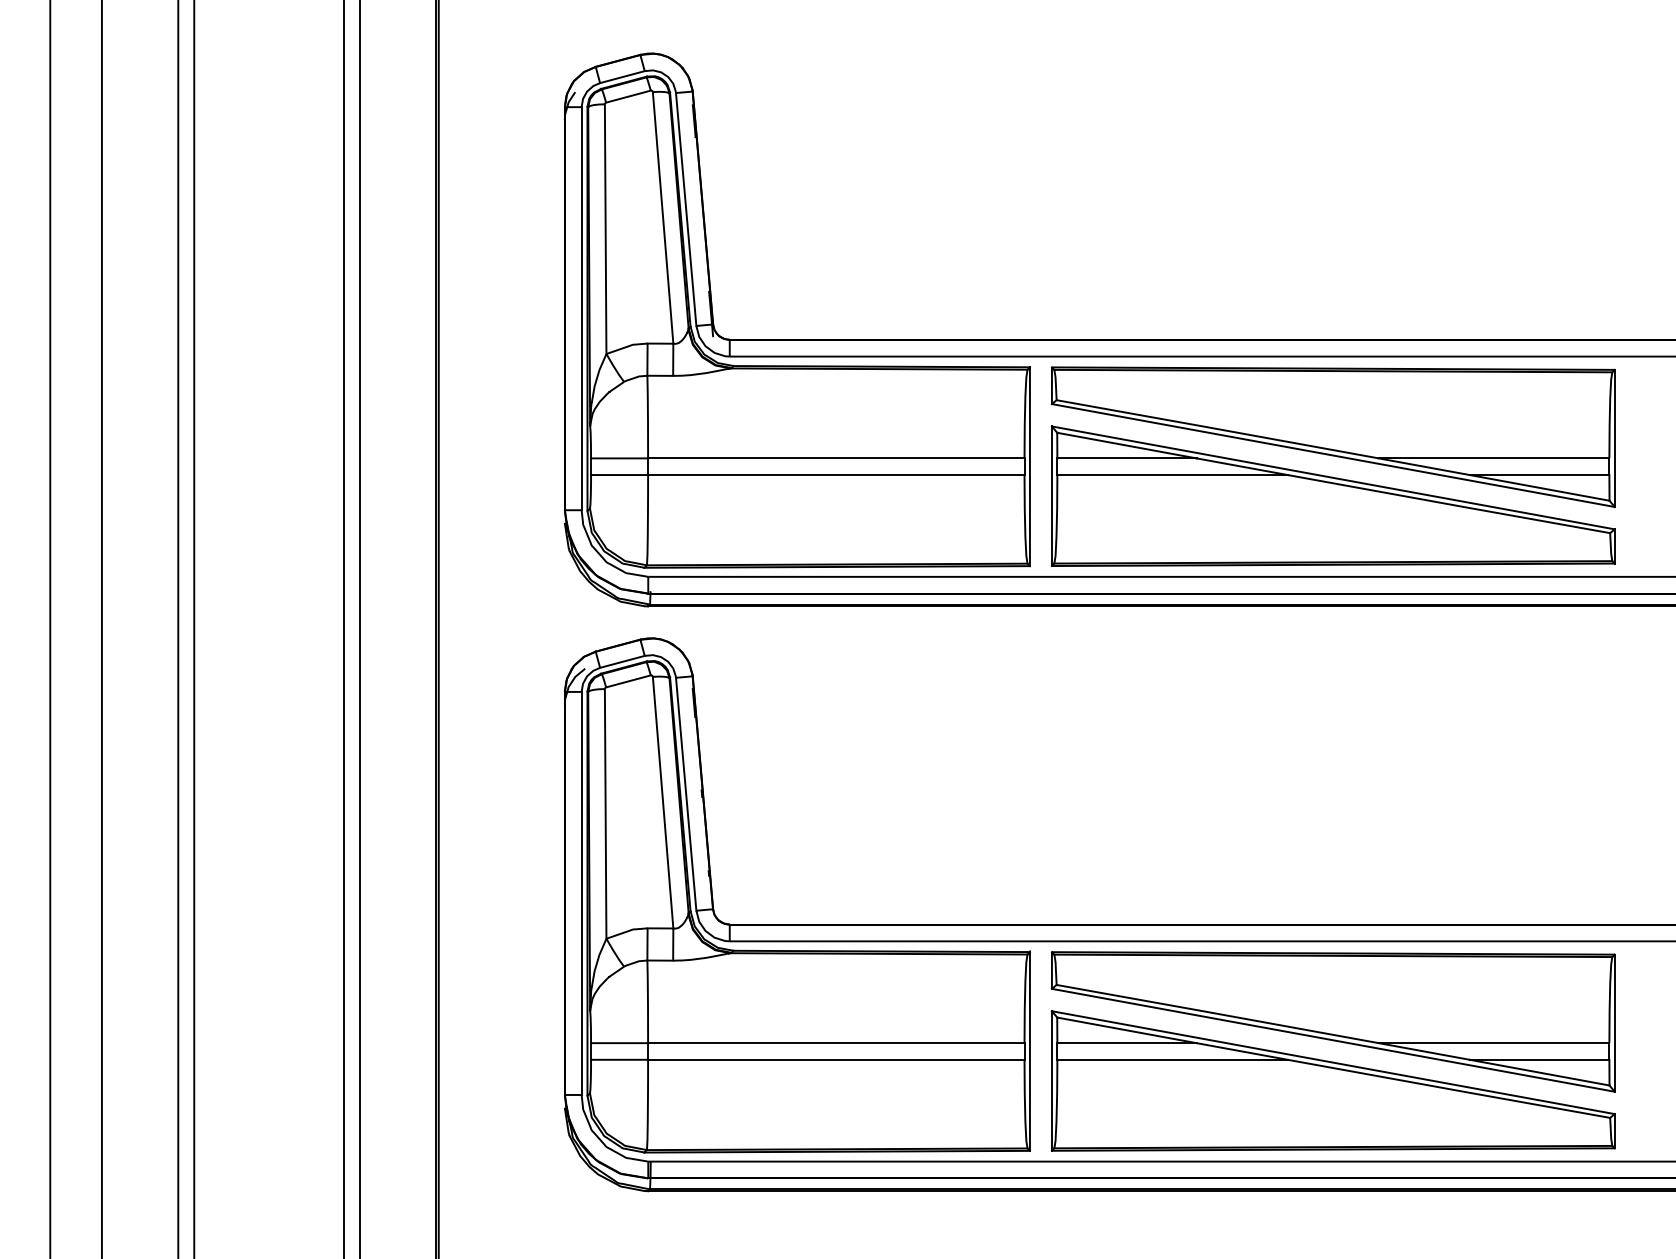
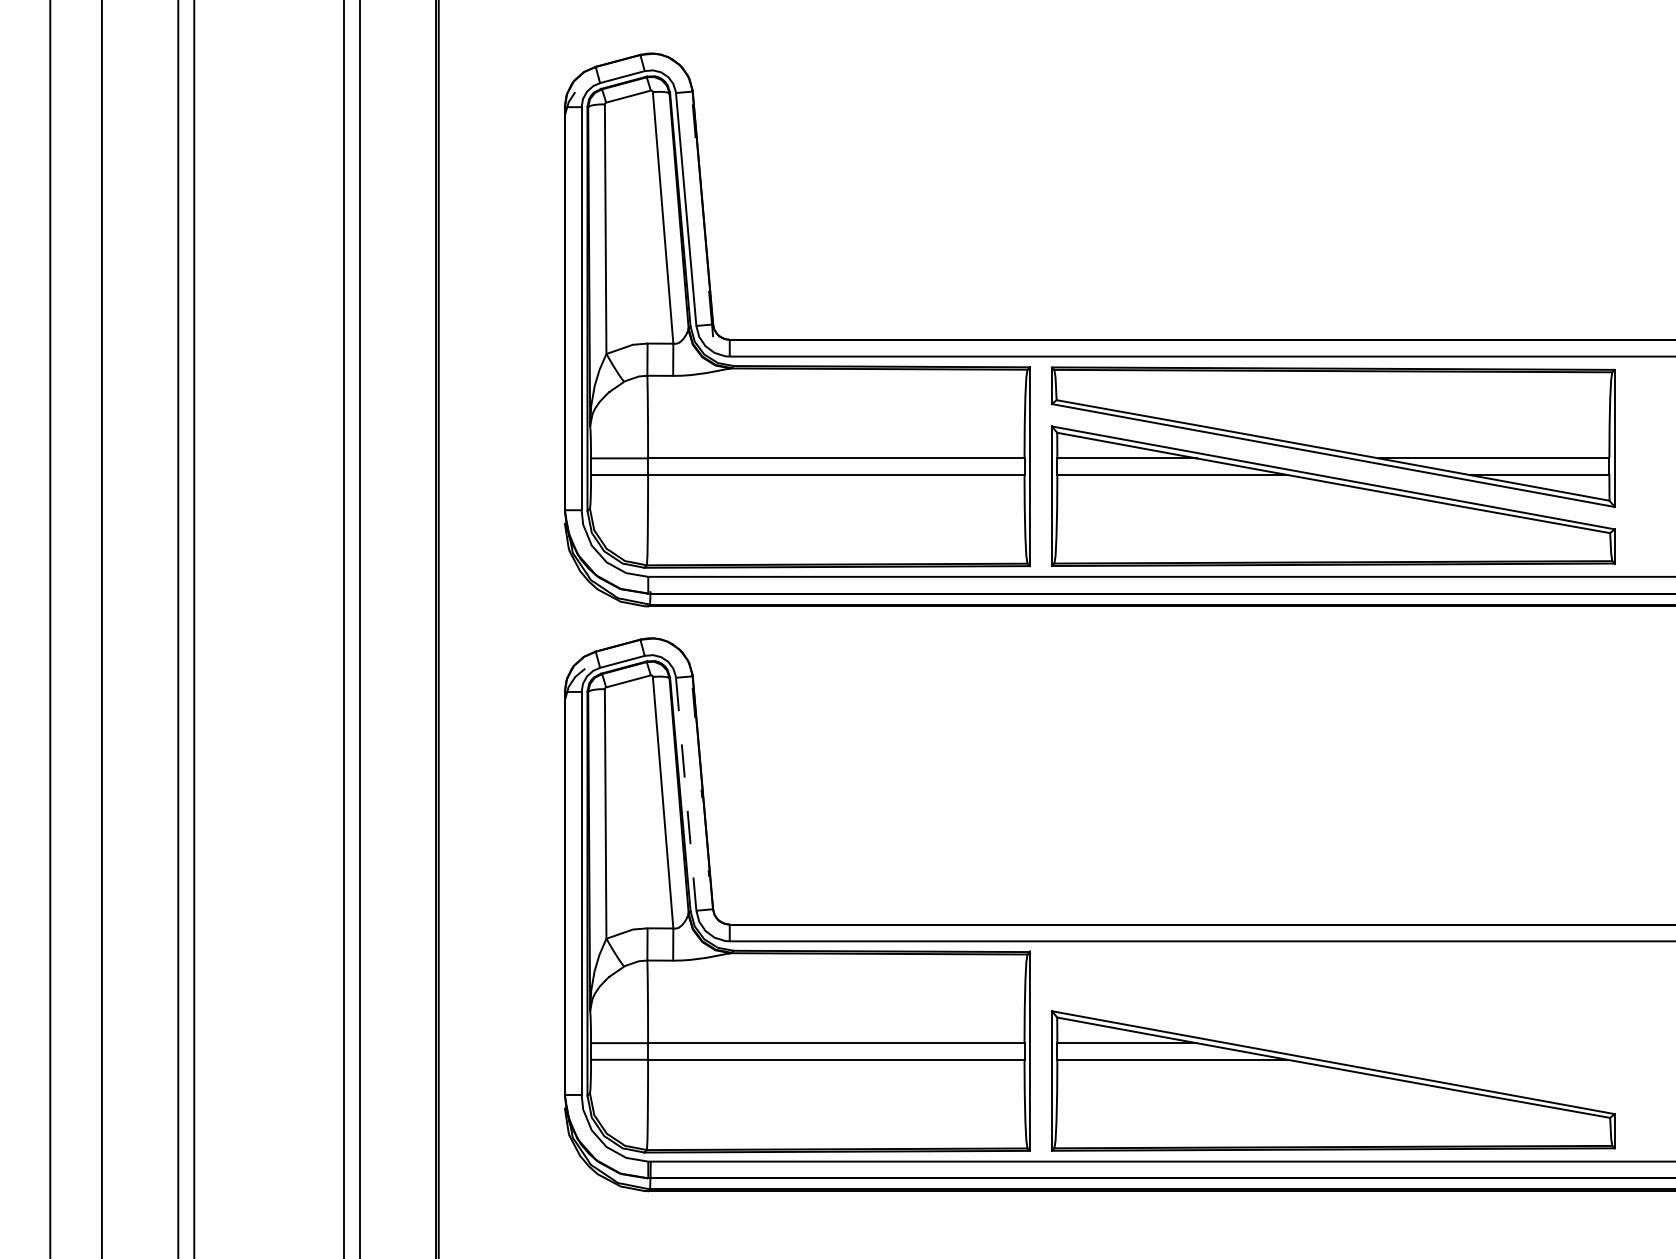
line at (686, 794): solid -> dashed
part at (1332, 1021): present -> none
